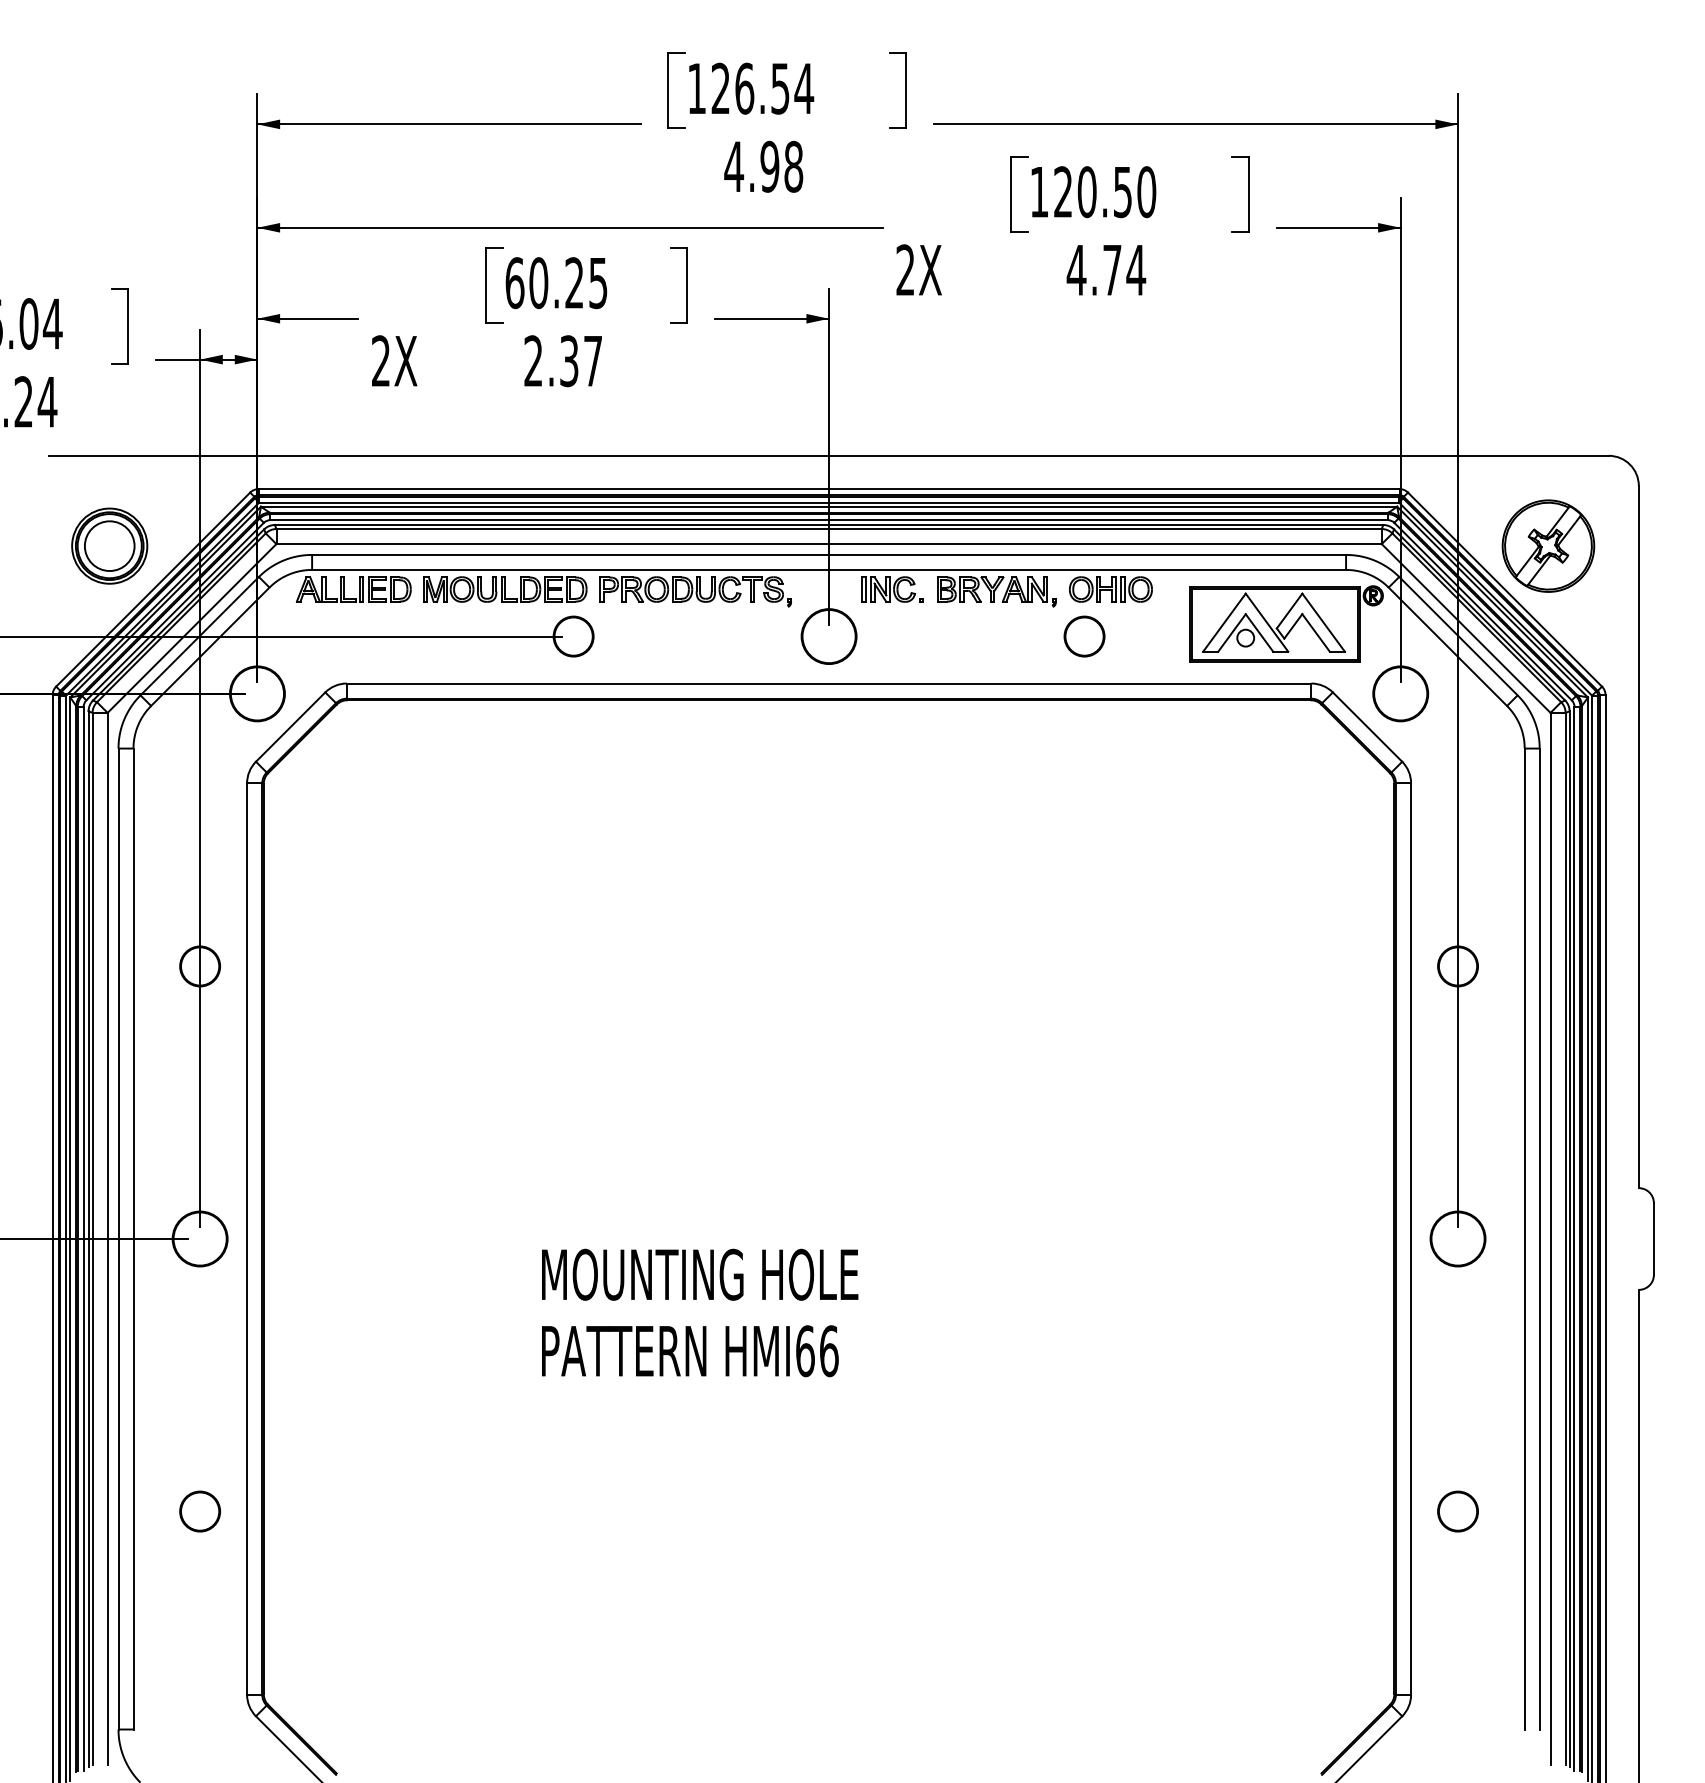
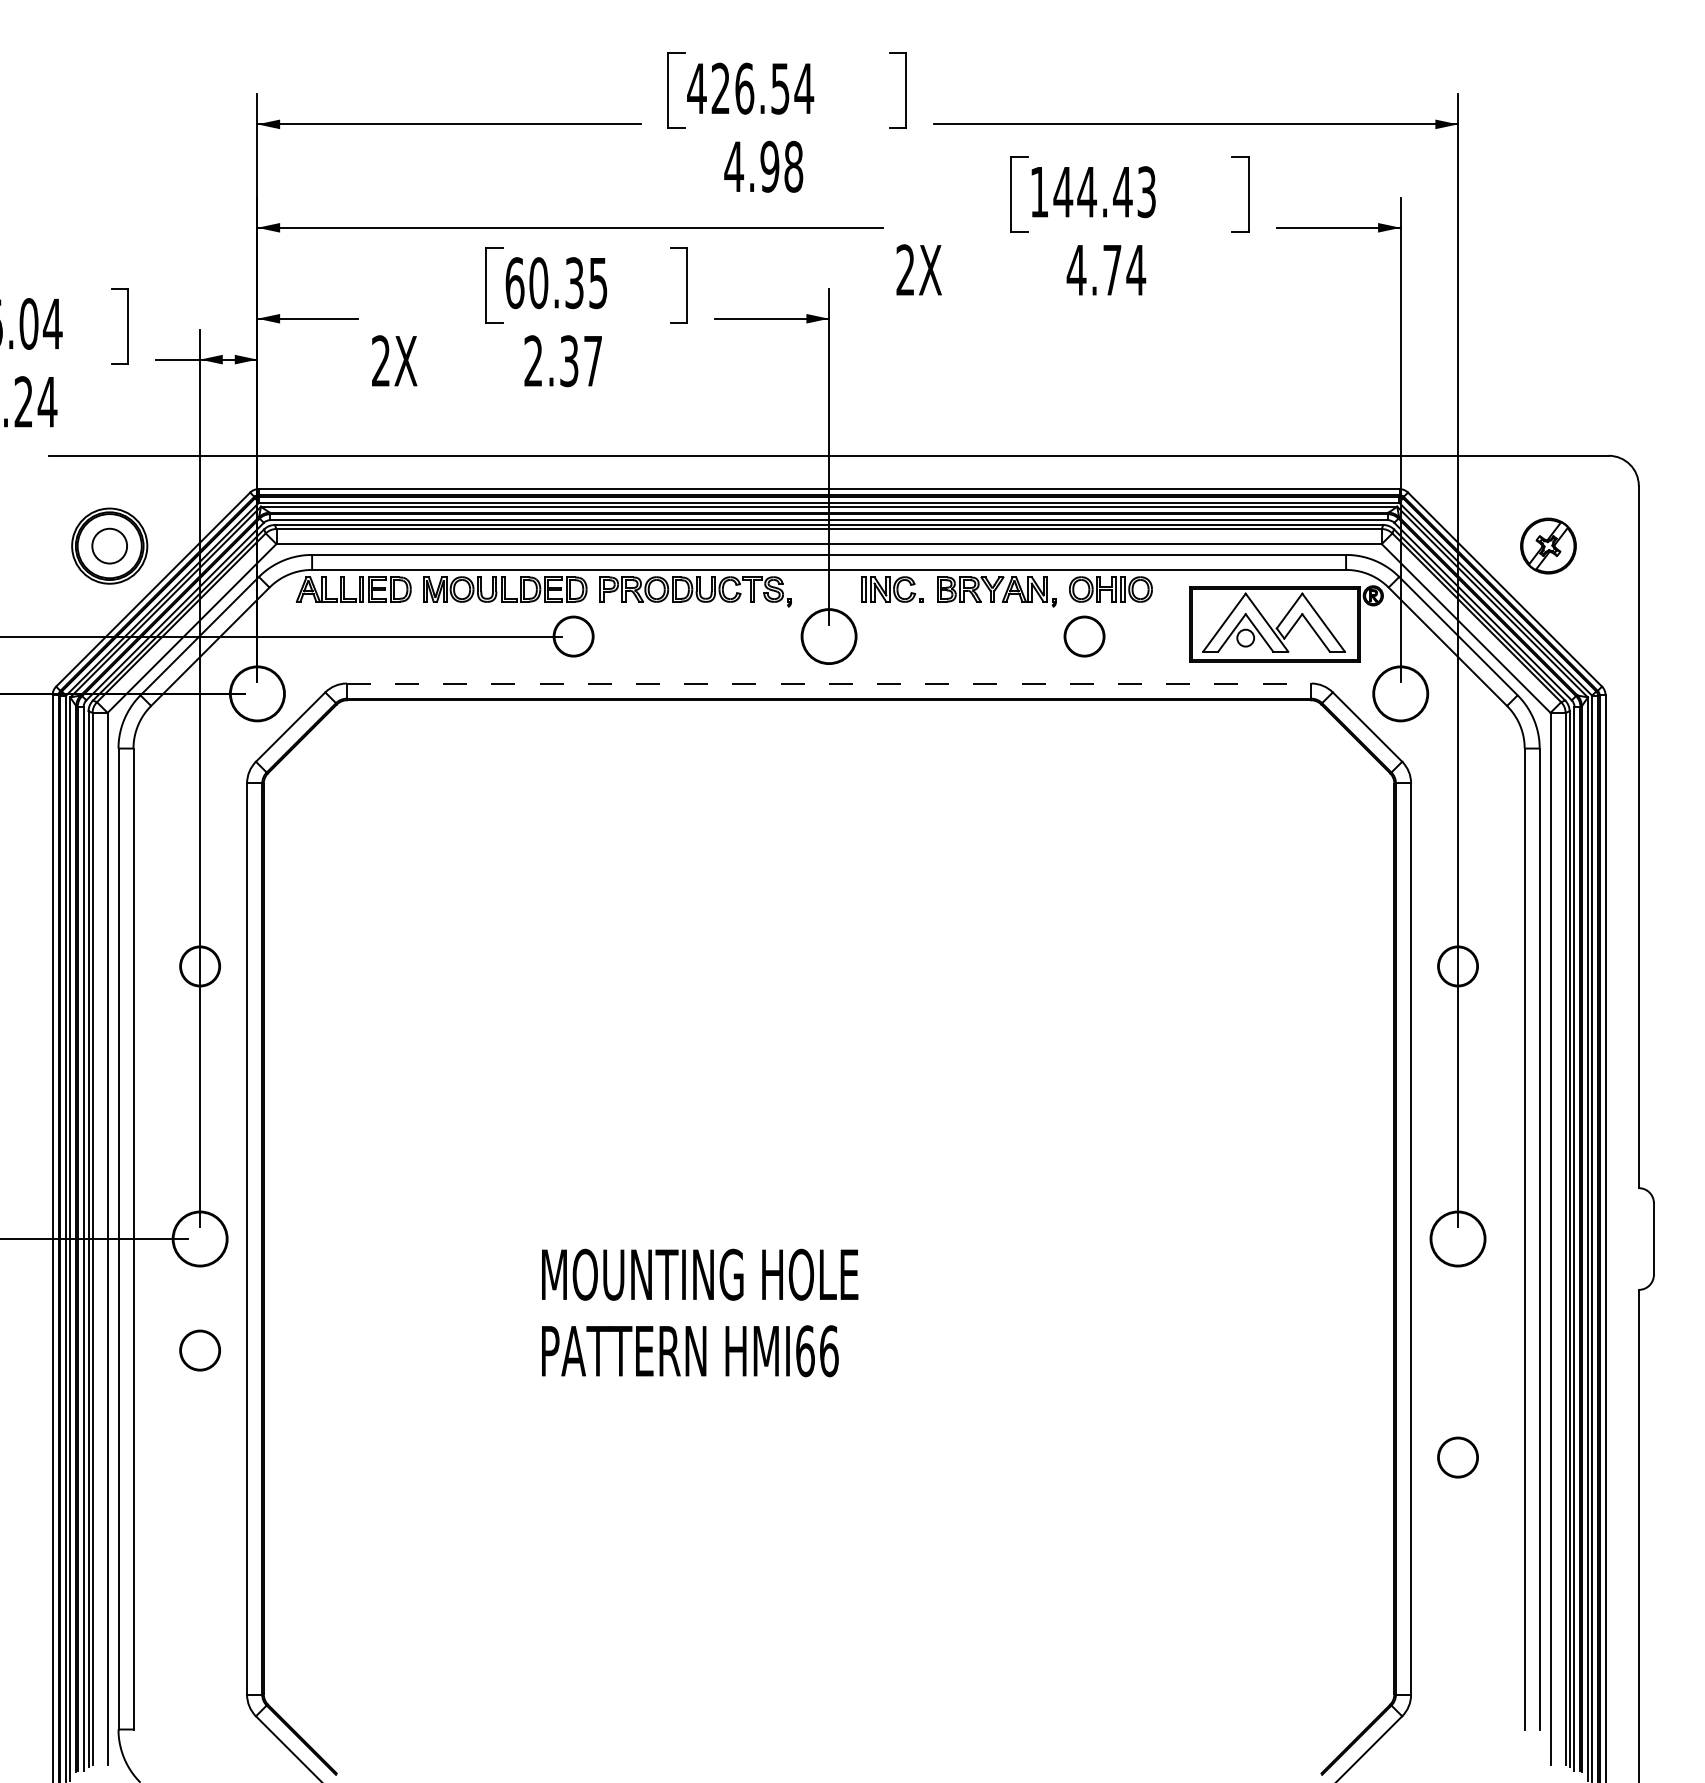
text at (696, 88): 126.54 -> 426.54
text at (1104, 192): 120.50 -> 144.43
text at (574, 283): 60.25 -> 60.35
part at (1548, 545) size: 95x94 px -> 57x58 px
circle at (109, 546) diameter: 50 px -> 35 px
line at (829, 683): solid -> dashed
circle at (199, 1511) position: (199, 1511) -> (199, 1350)
circle at (1457, 1511) position: (1457, 1511) -> (1457, 1457)
